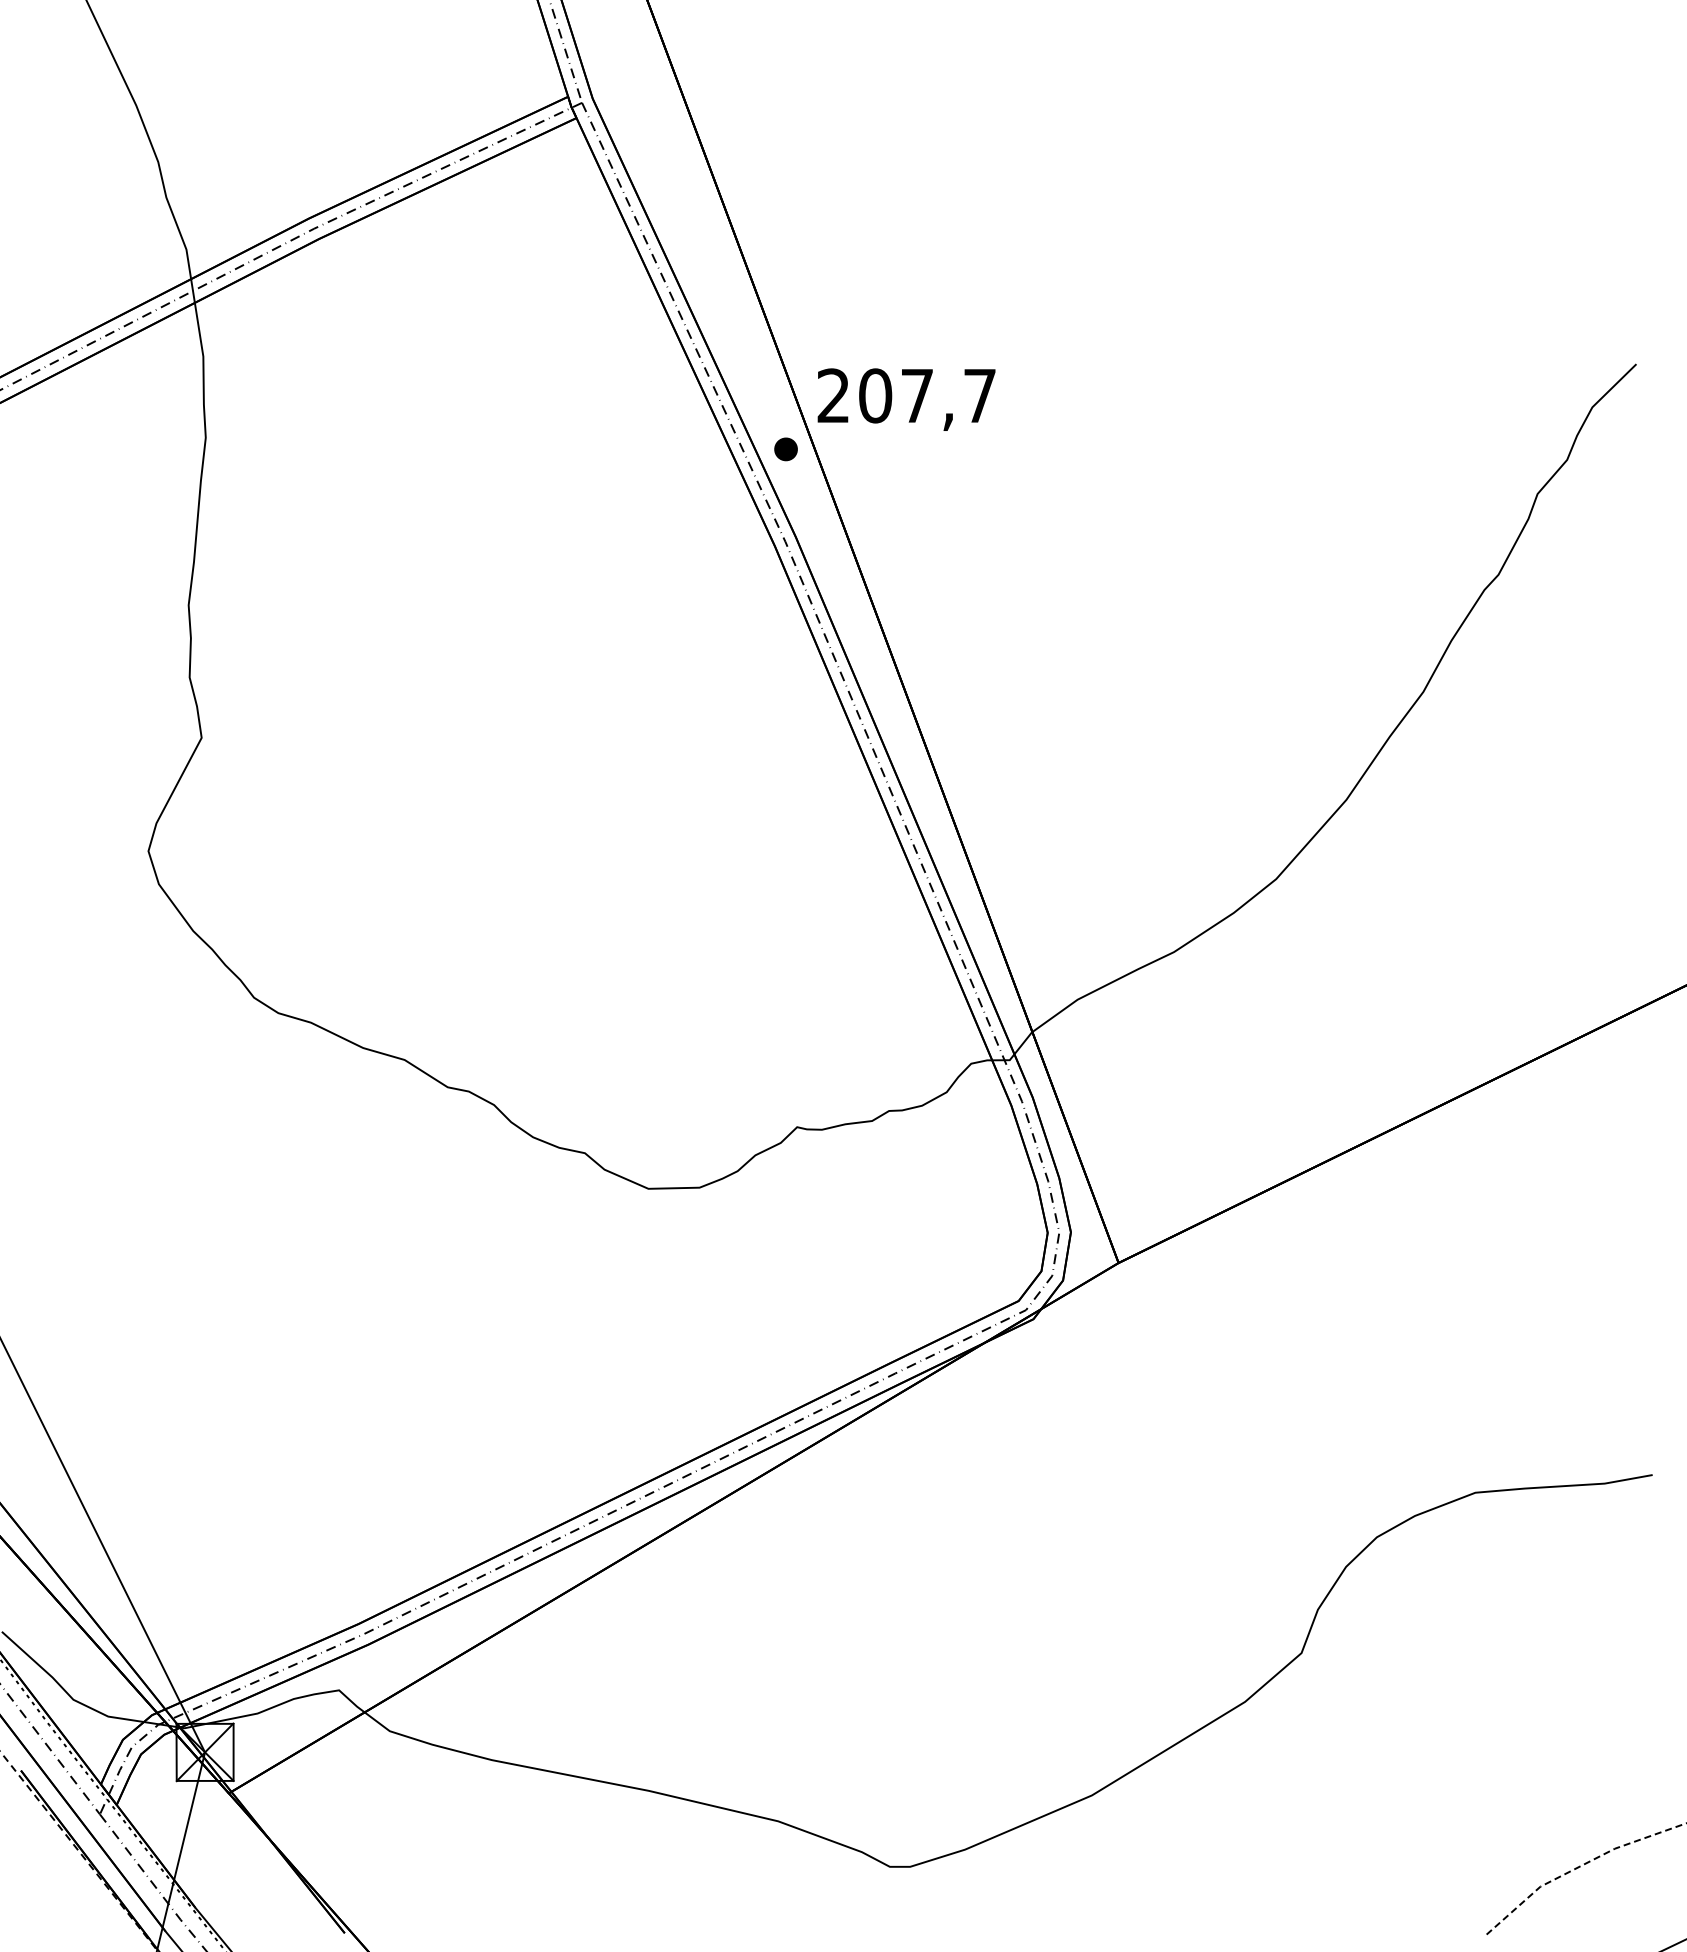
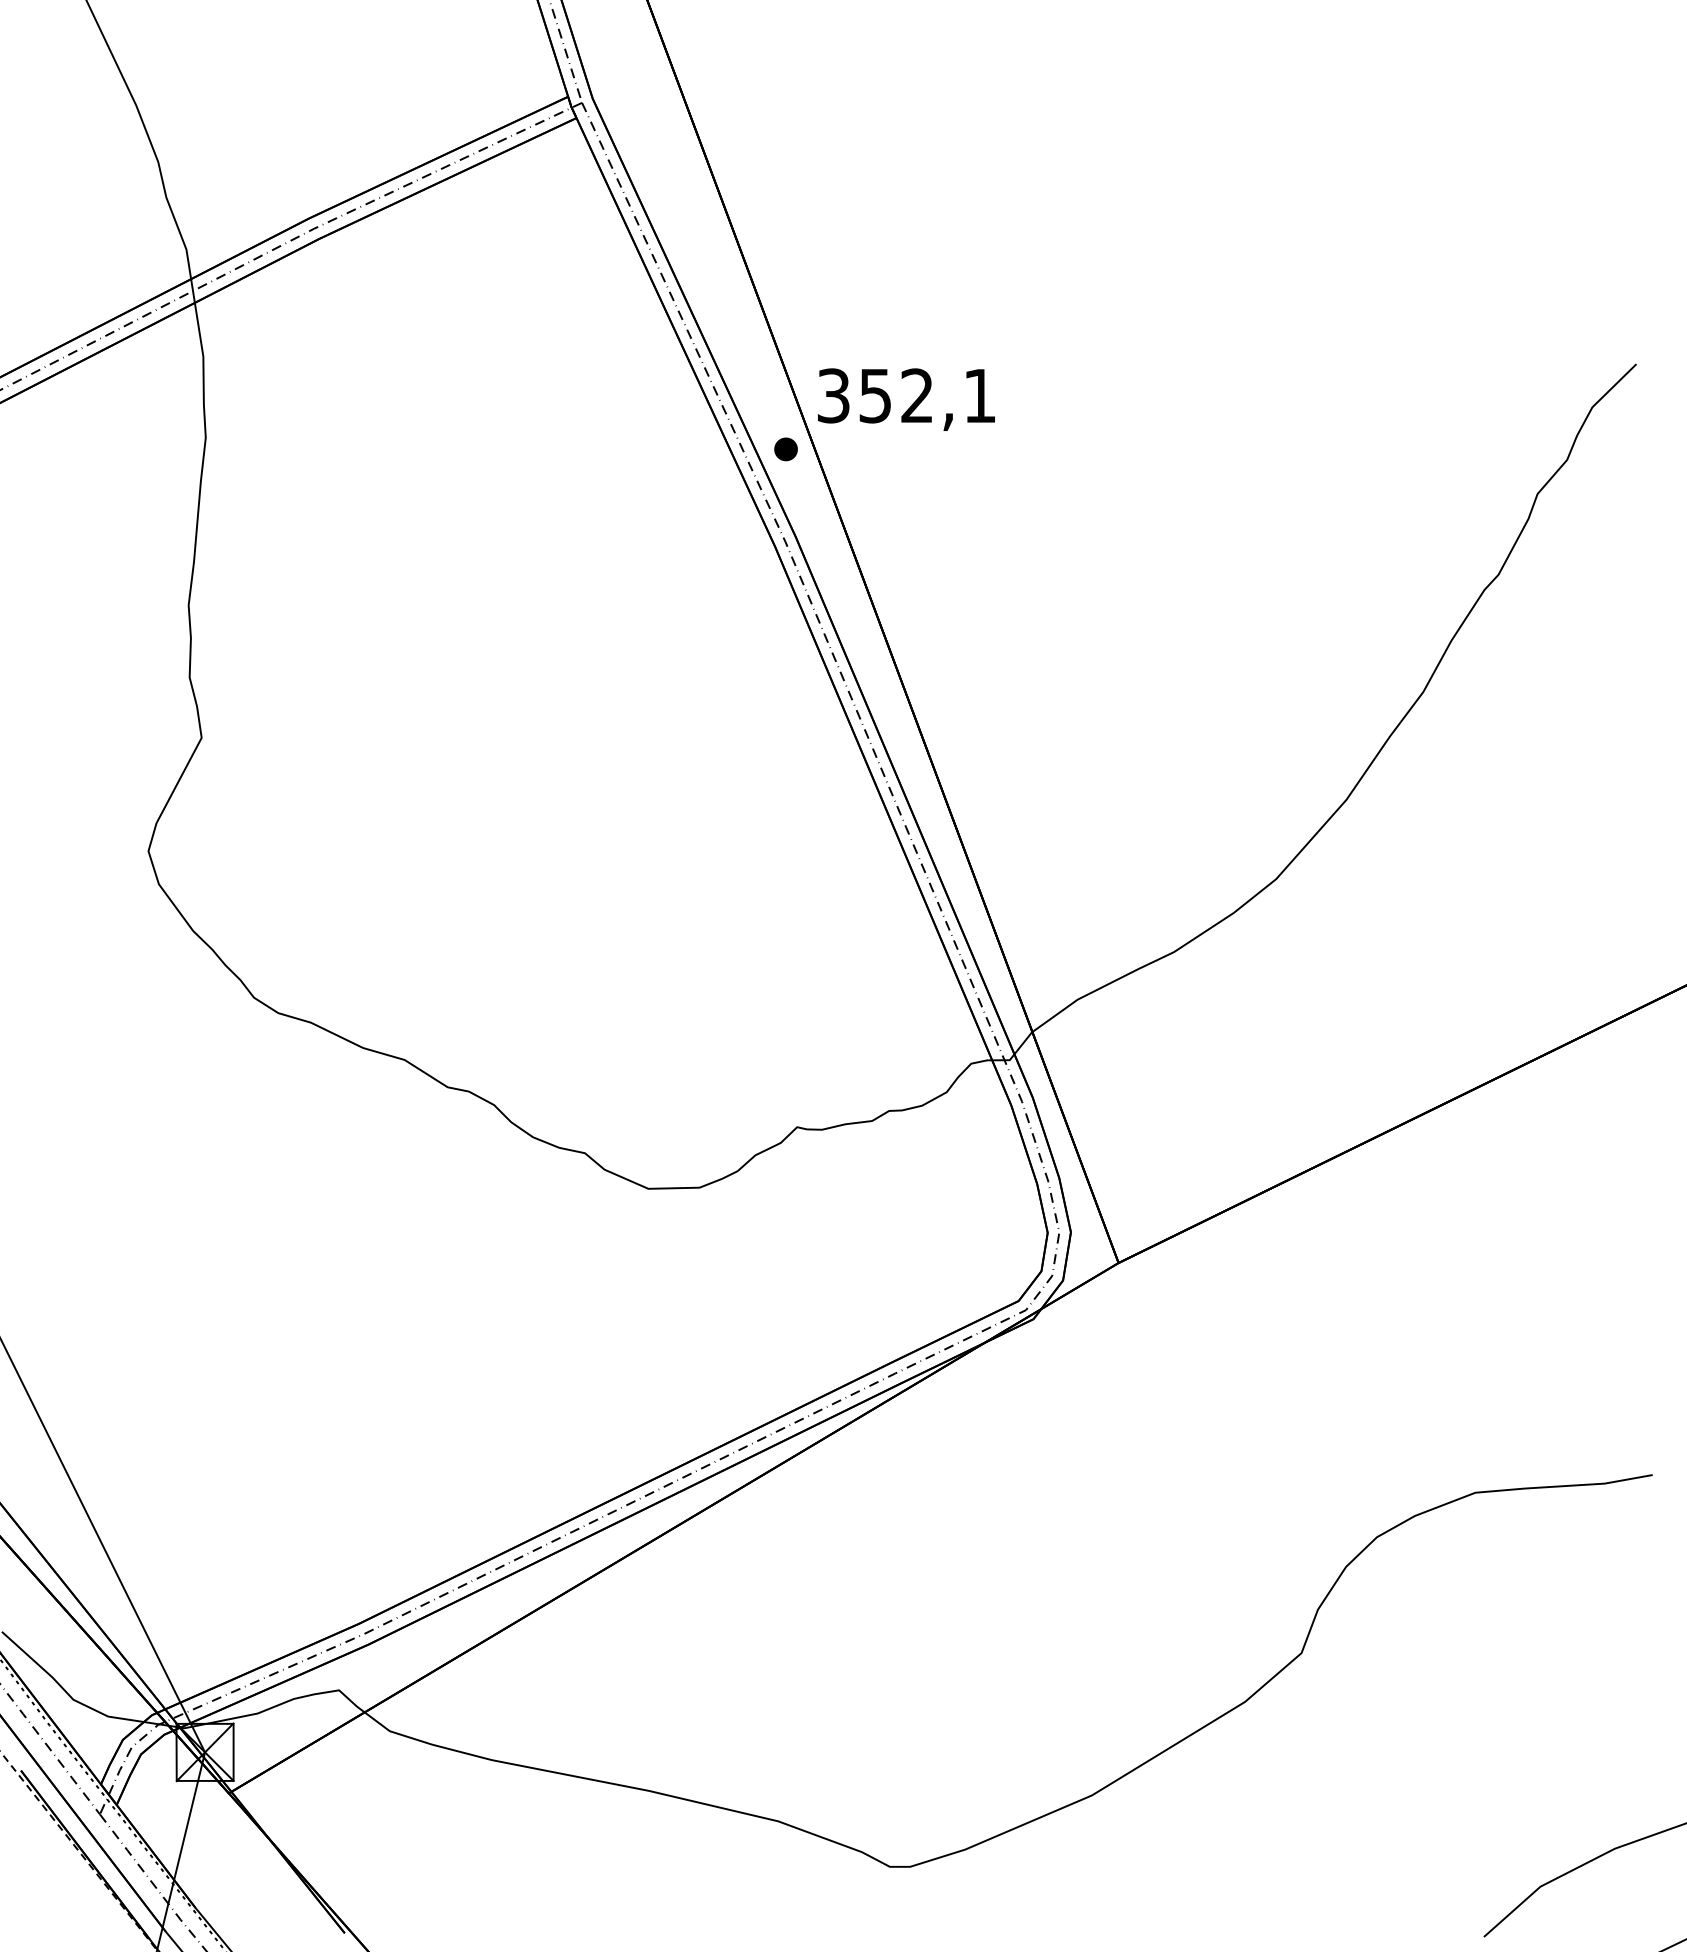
text at (906, 395): 207,7 -> 352,1
line at (1577, 1867): dashed -> solid
